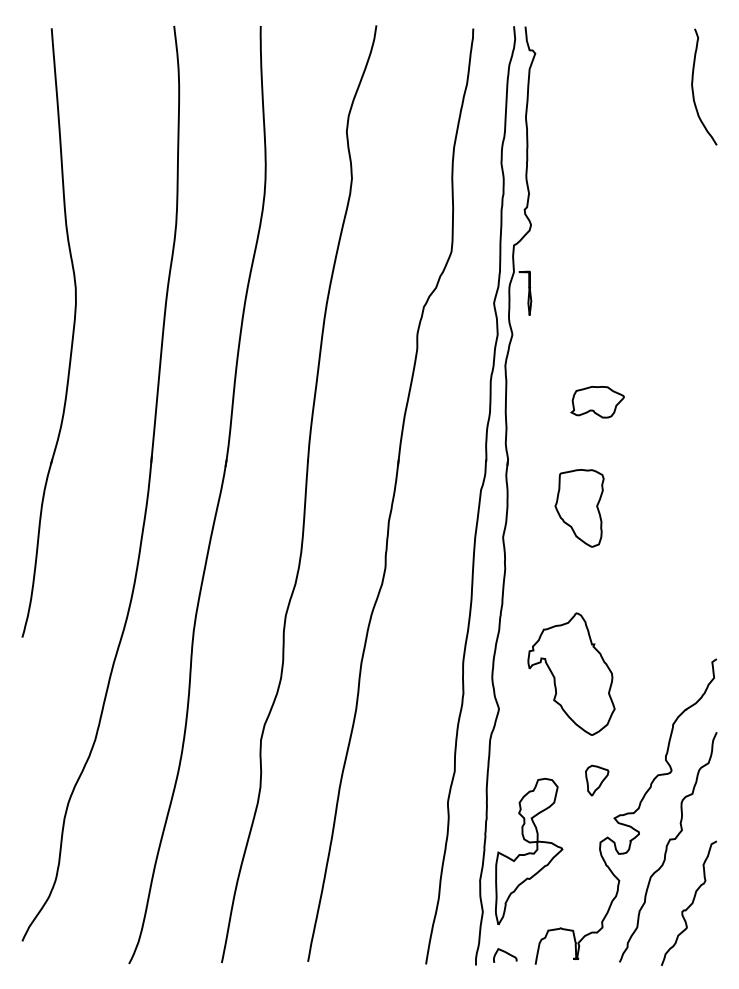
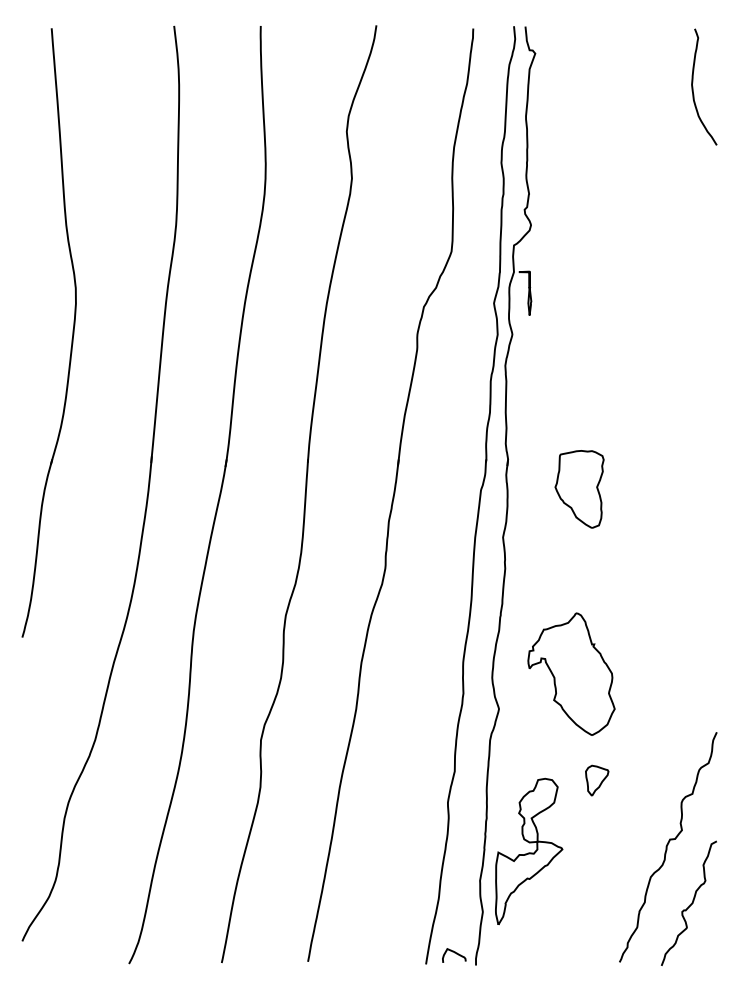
part at (597, 402): present -> none
part at (579, 508) position: (579, 508) -> (579, 489)
part at (625, 811): present -> none
curve at (505, 953) position: (505, 953) -> (454, 953)
